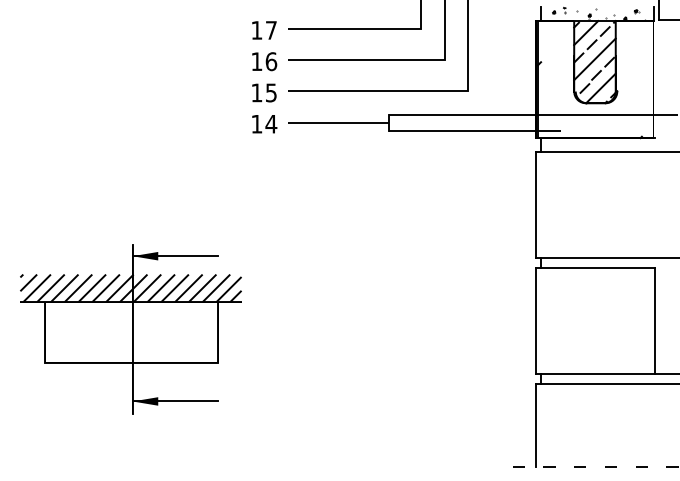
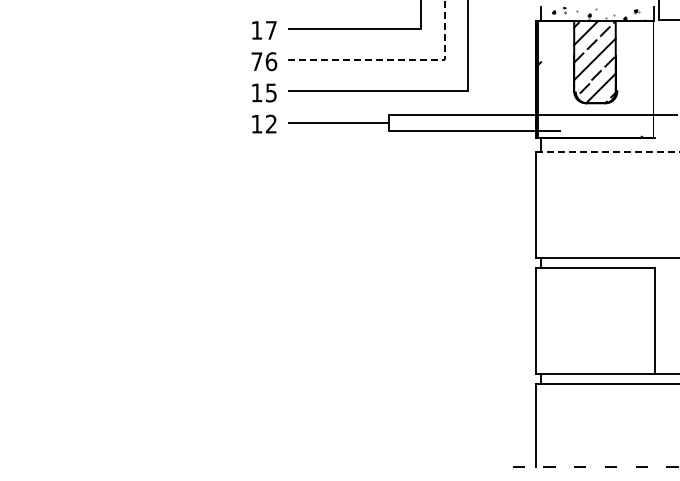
line at (396, 60): solid -> dashed
text at (256, 61): 16 -> 76
text at (271, 123): 14 -> 12
line at (608, 151): solid -> dashed
part at (130, 329): present -> none
